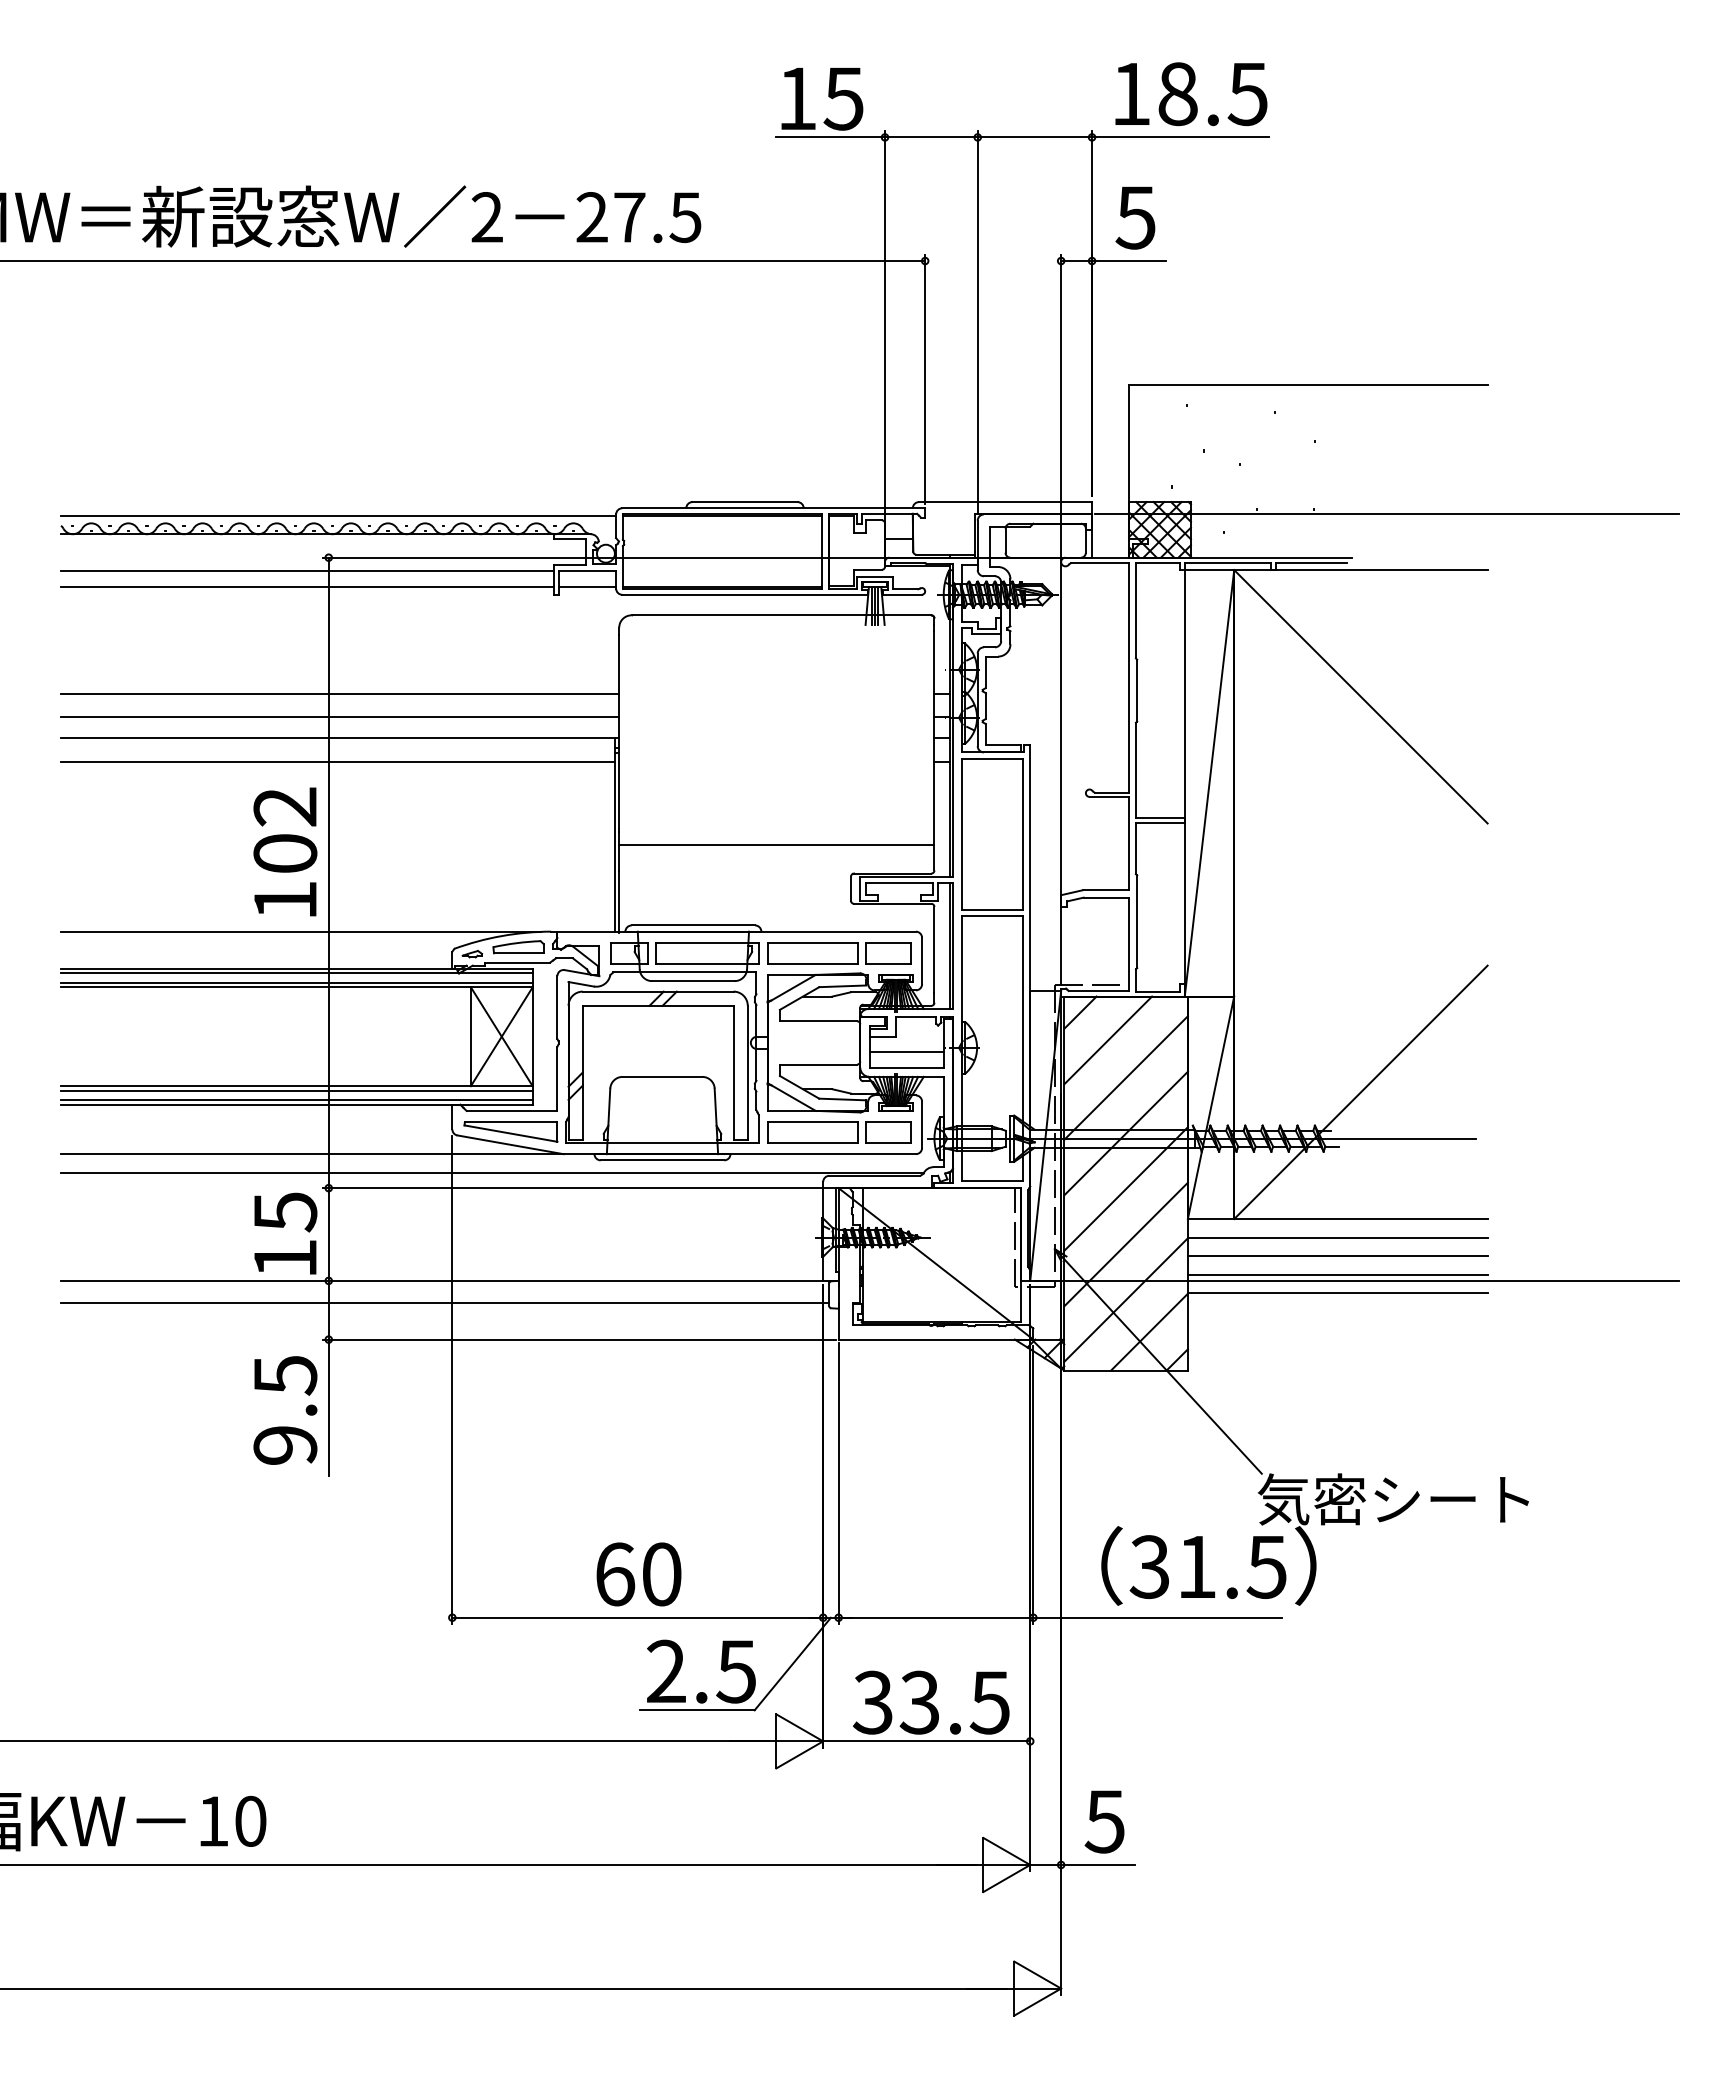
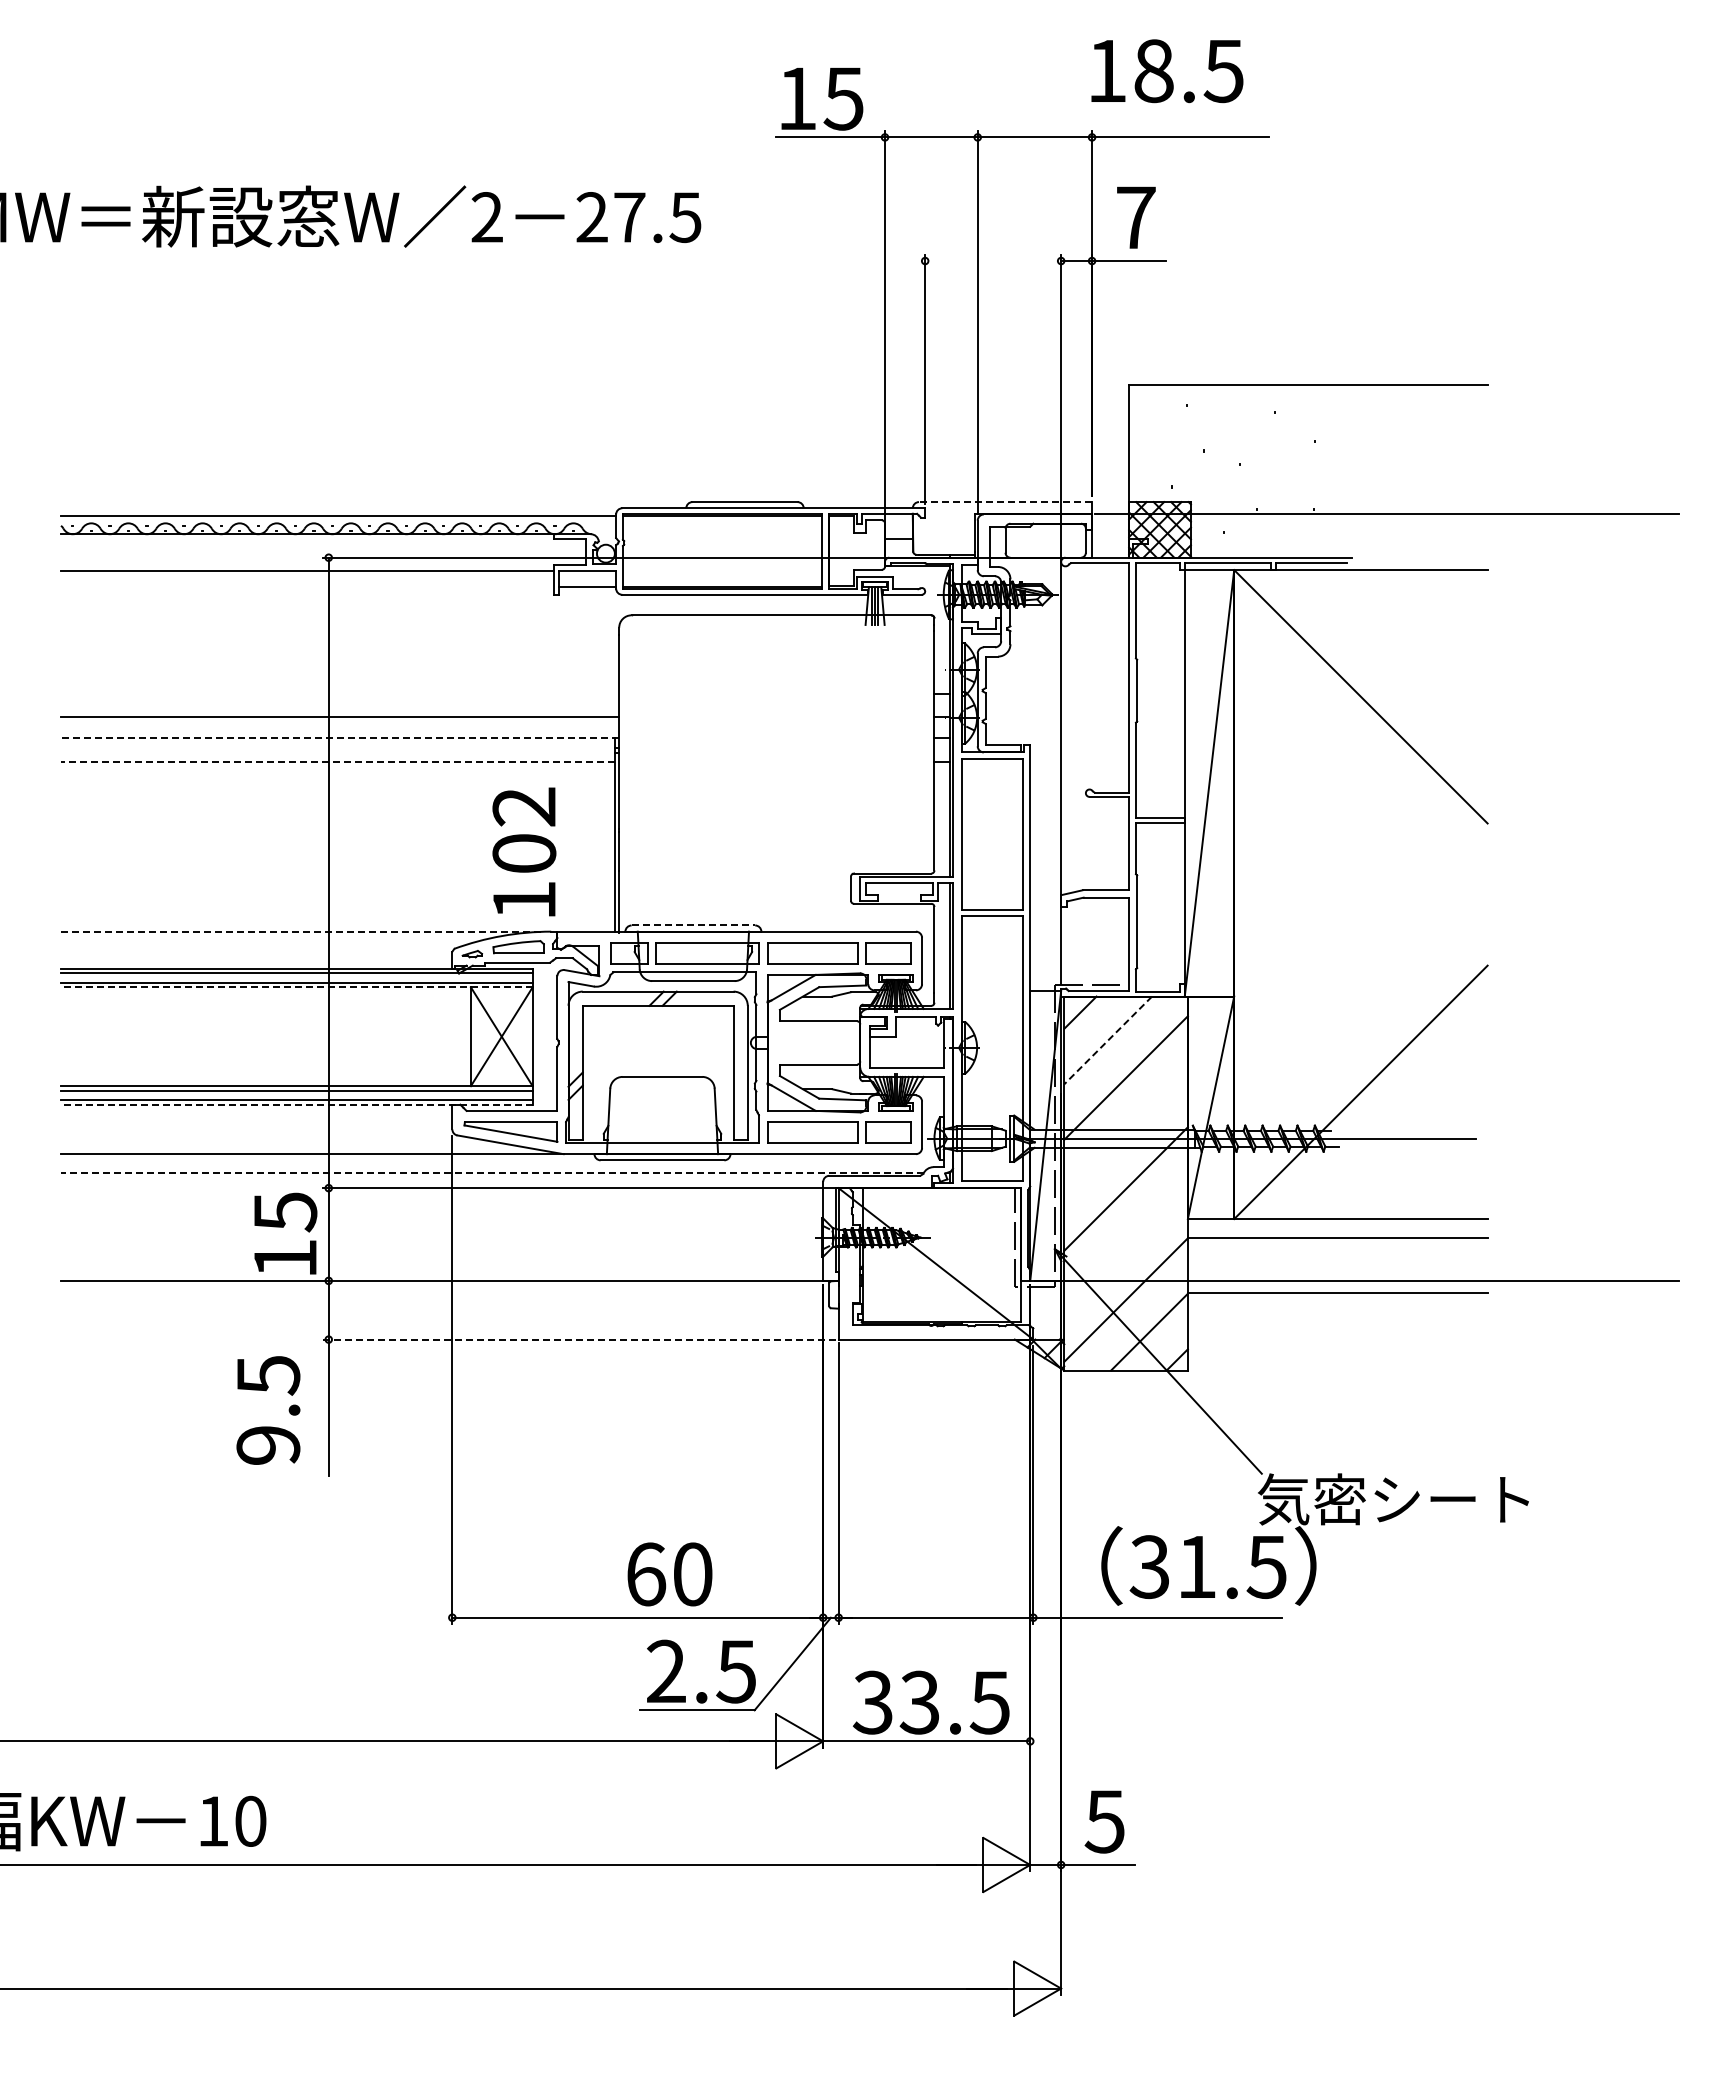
text at (1191, 94) position: (1191, 94) -> (1167, 71)
text at (1135, 217): 5 -> 7
line at (463, 261): present -> none
line at (1005, 502): solid -> dashed
line at (307, 586): present -> none
line at (340, 693): present -> none
line at (339, 738): solid -> dashed
line at (337, 761): solid -> dashed
line at (776, 845): present -> none
text at (285, 851) position: (285, 851) -> (524, 851)
line at (693, 925): solid -> dashed
line at (300, 931): solid -> dashed
line at (296, 987): solid -> dashed
line at (1107, 1040): solid -> dashed
line at (906, 1052): present -> none
line at (296, 1104): solid -> dashed
line at (1125, 1133): present -> none
line at (491, 1172): solid -> dashed
line at (1125, 1244): present -> none
line at (1337, 1256): present -> none
line at (1337, 1274): present -> none
line at (445, 1302): present -> none
line at (579, 1339): solid -> dashed
text at (285, 1410) position: (285, 1410) -> (268, 1410)
text at (638, 1574) position: (638, 1574) -> (669, 1574)
